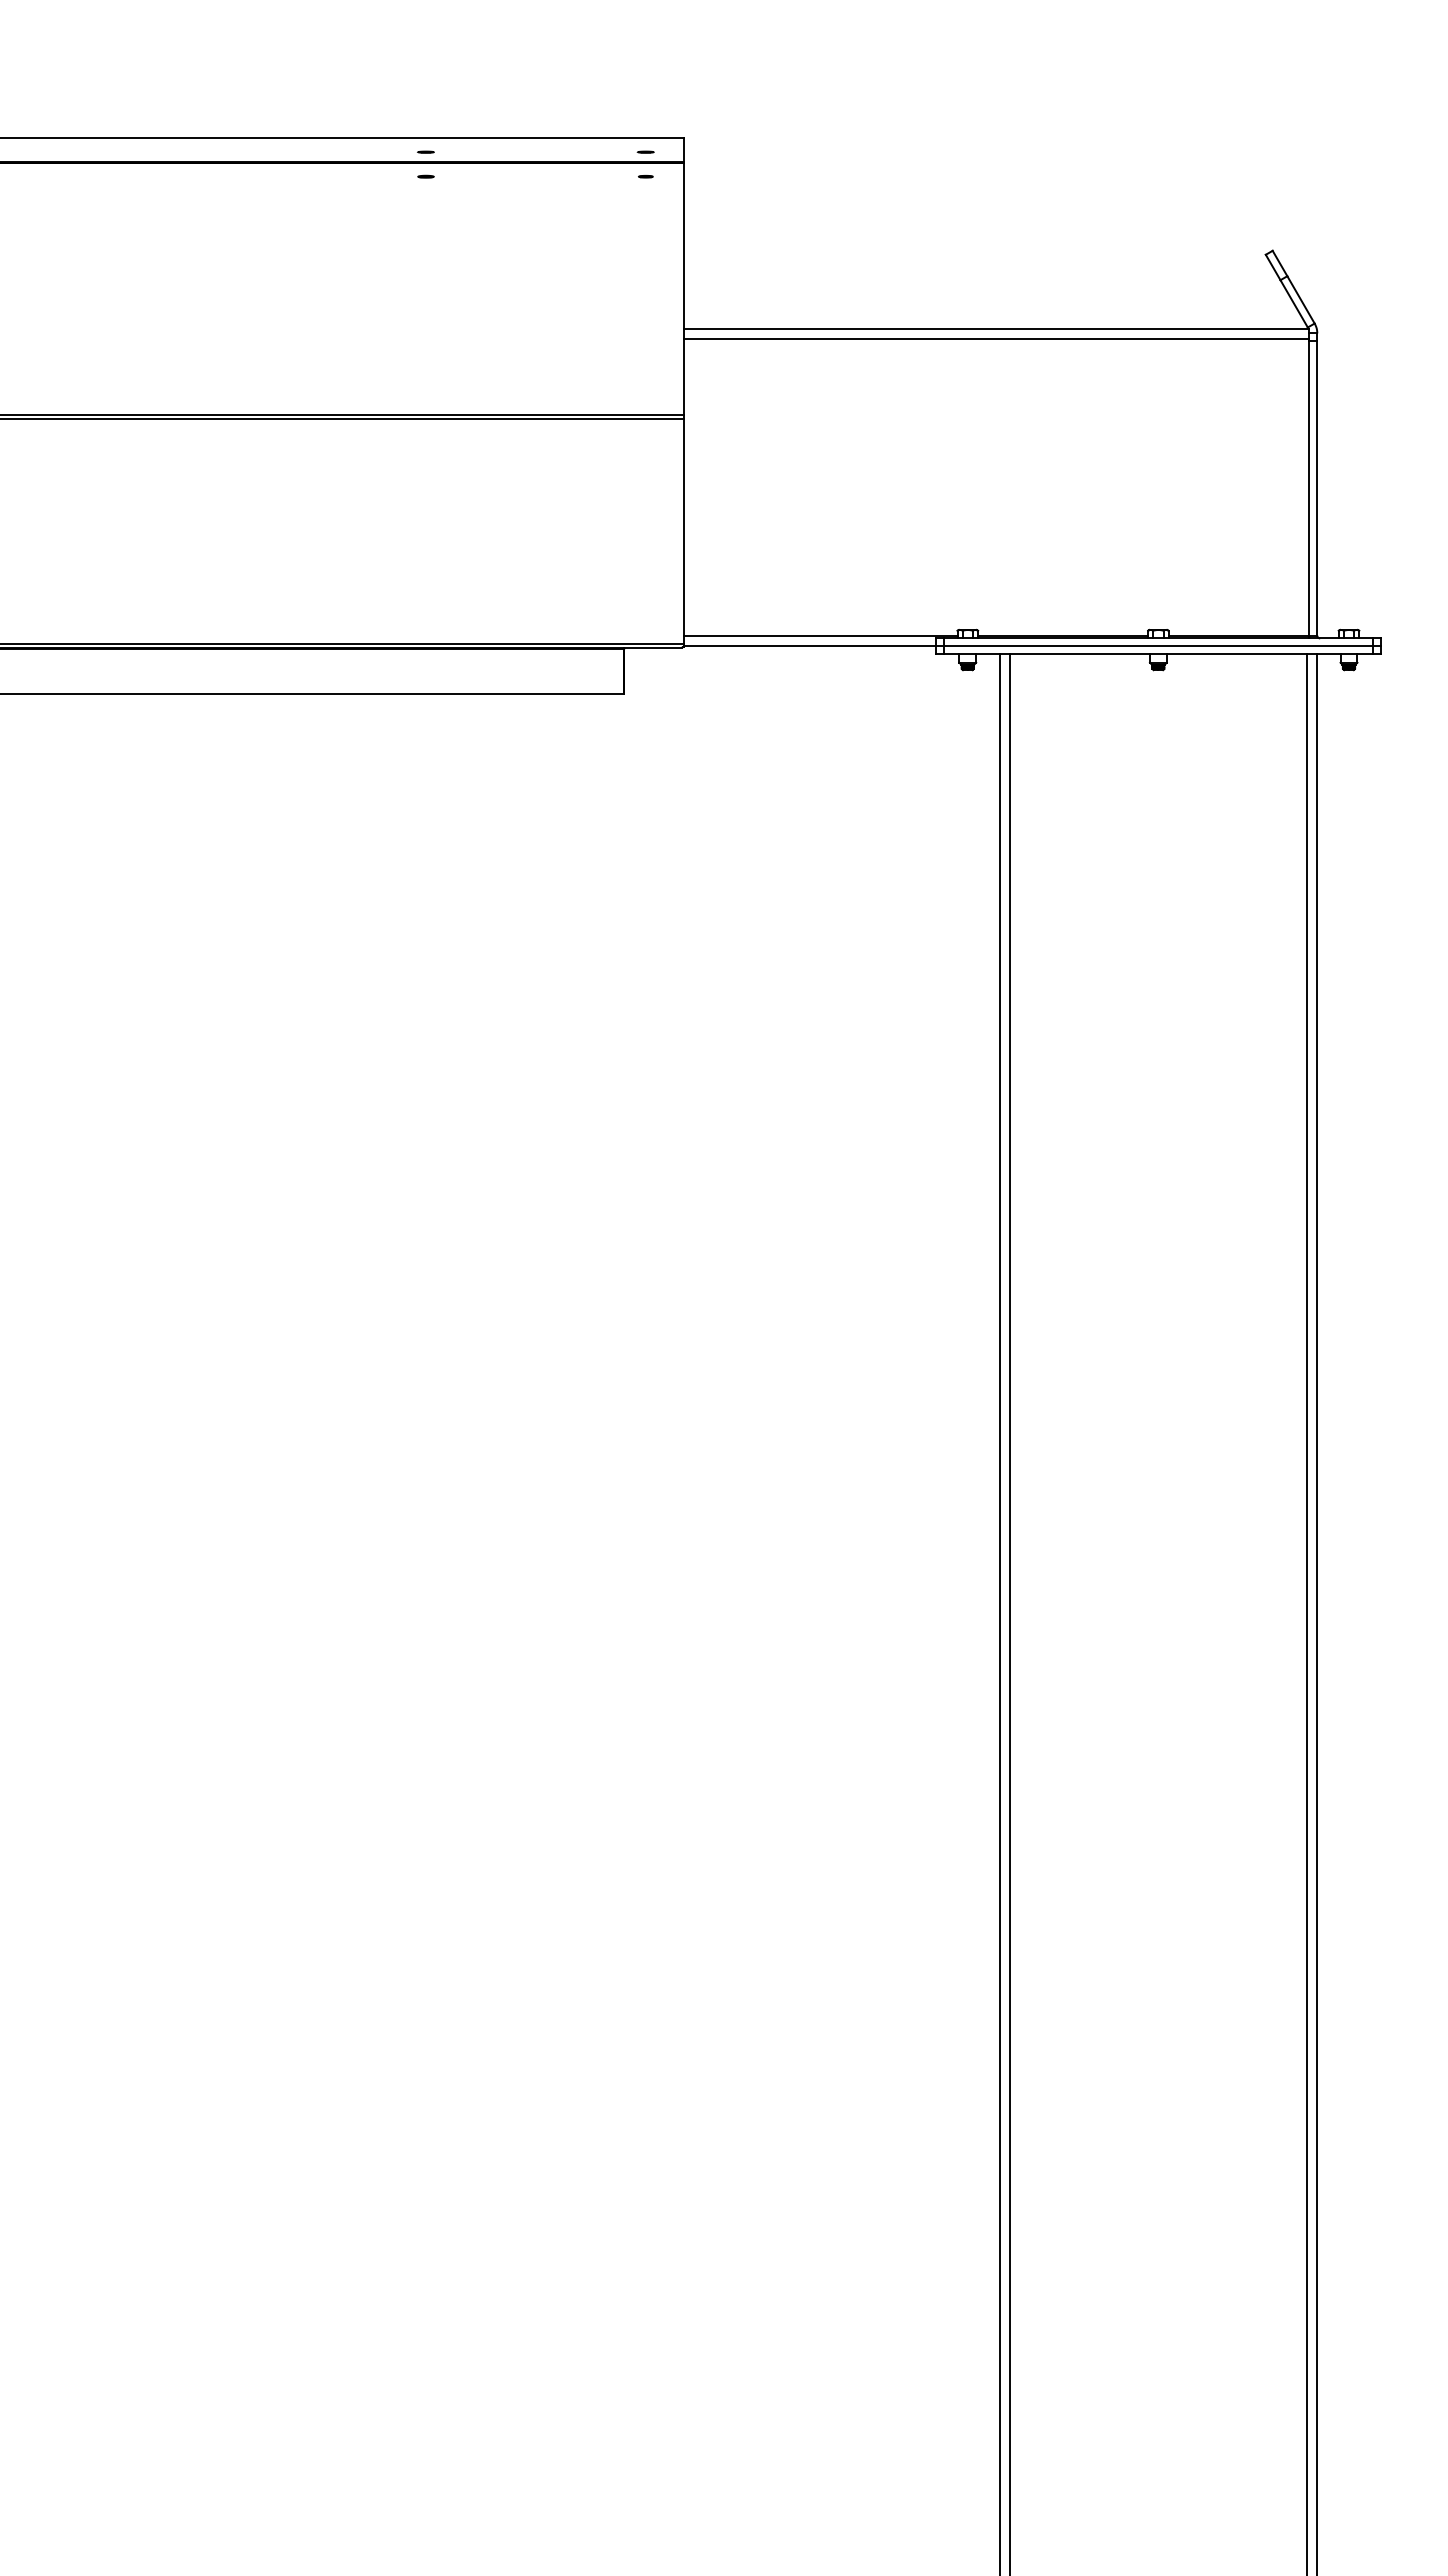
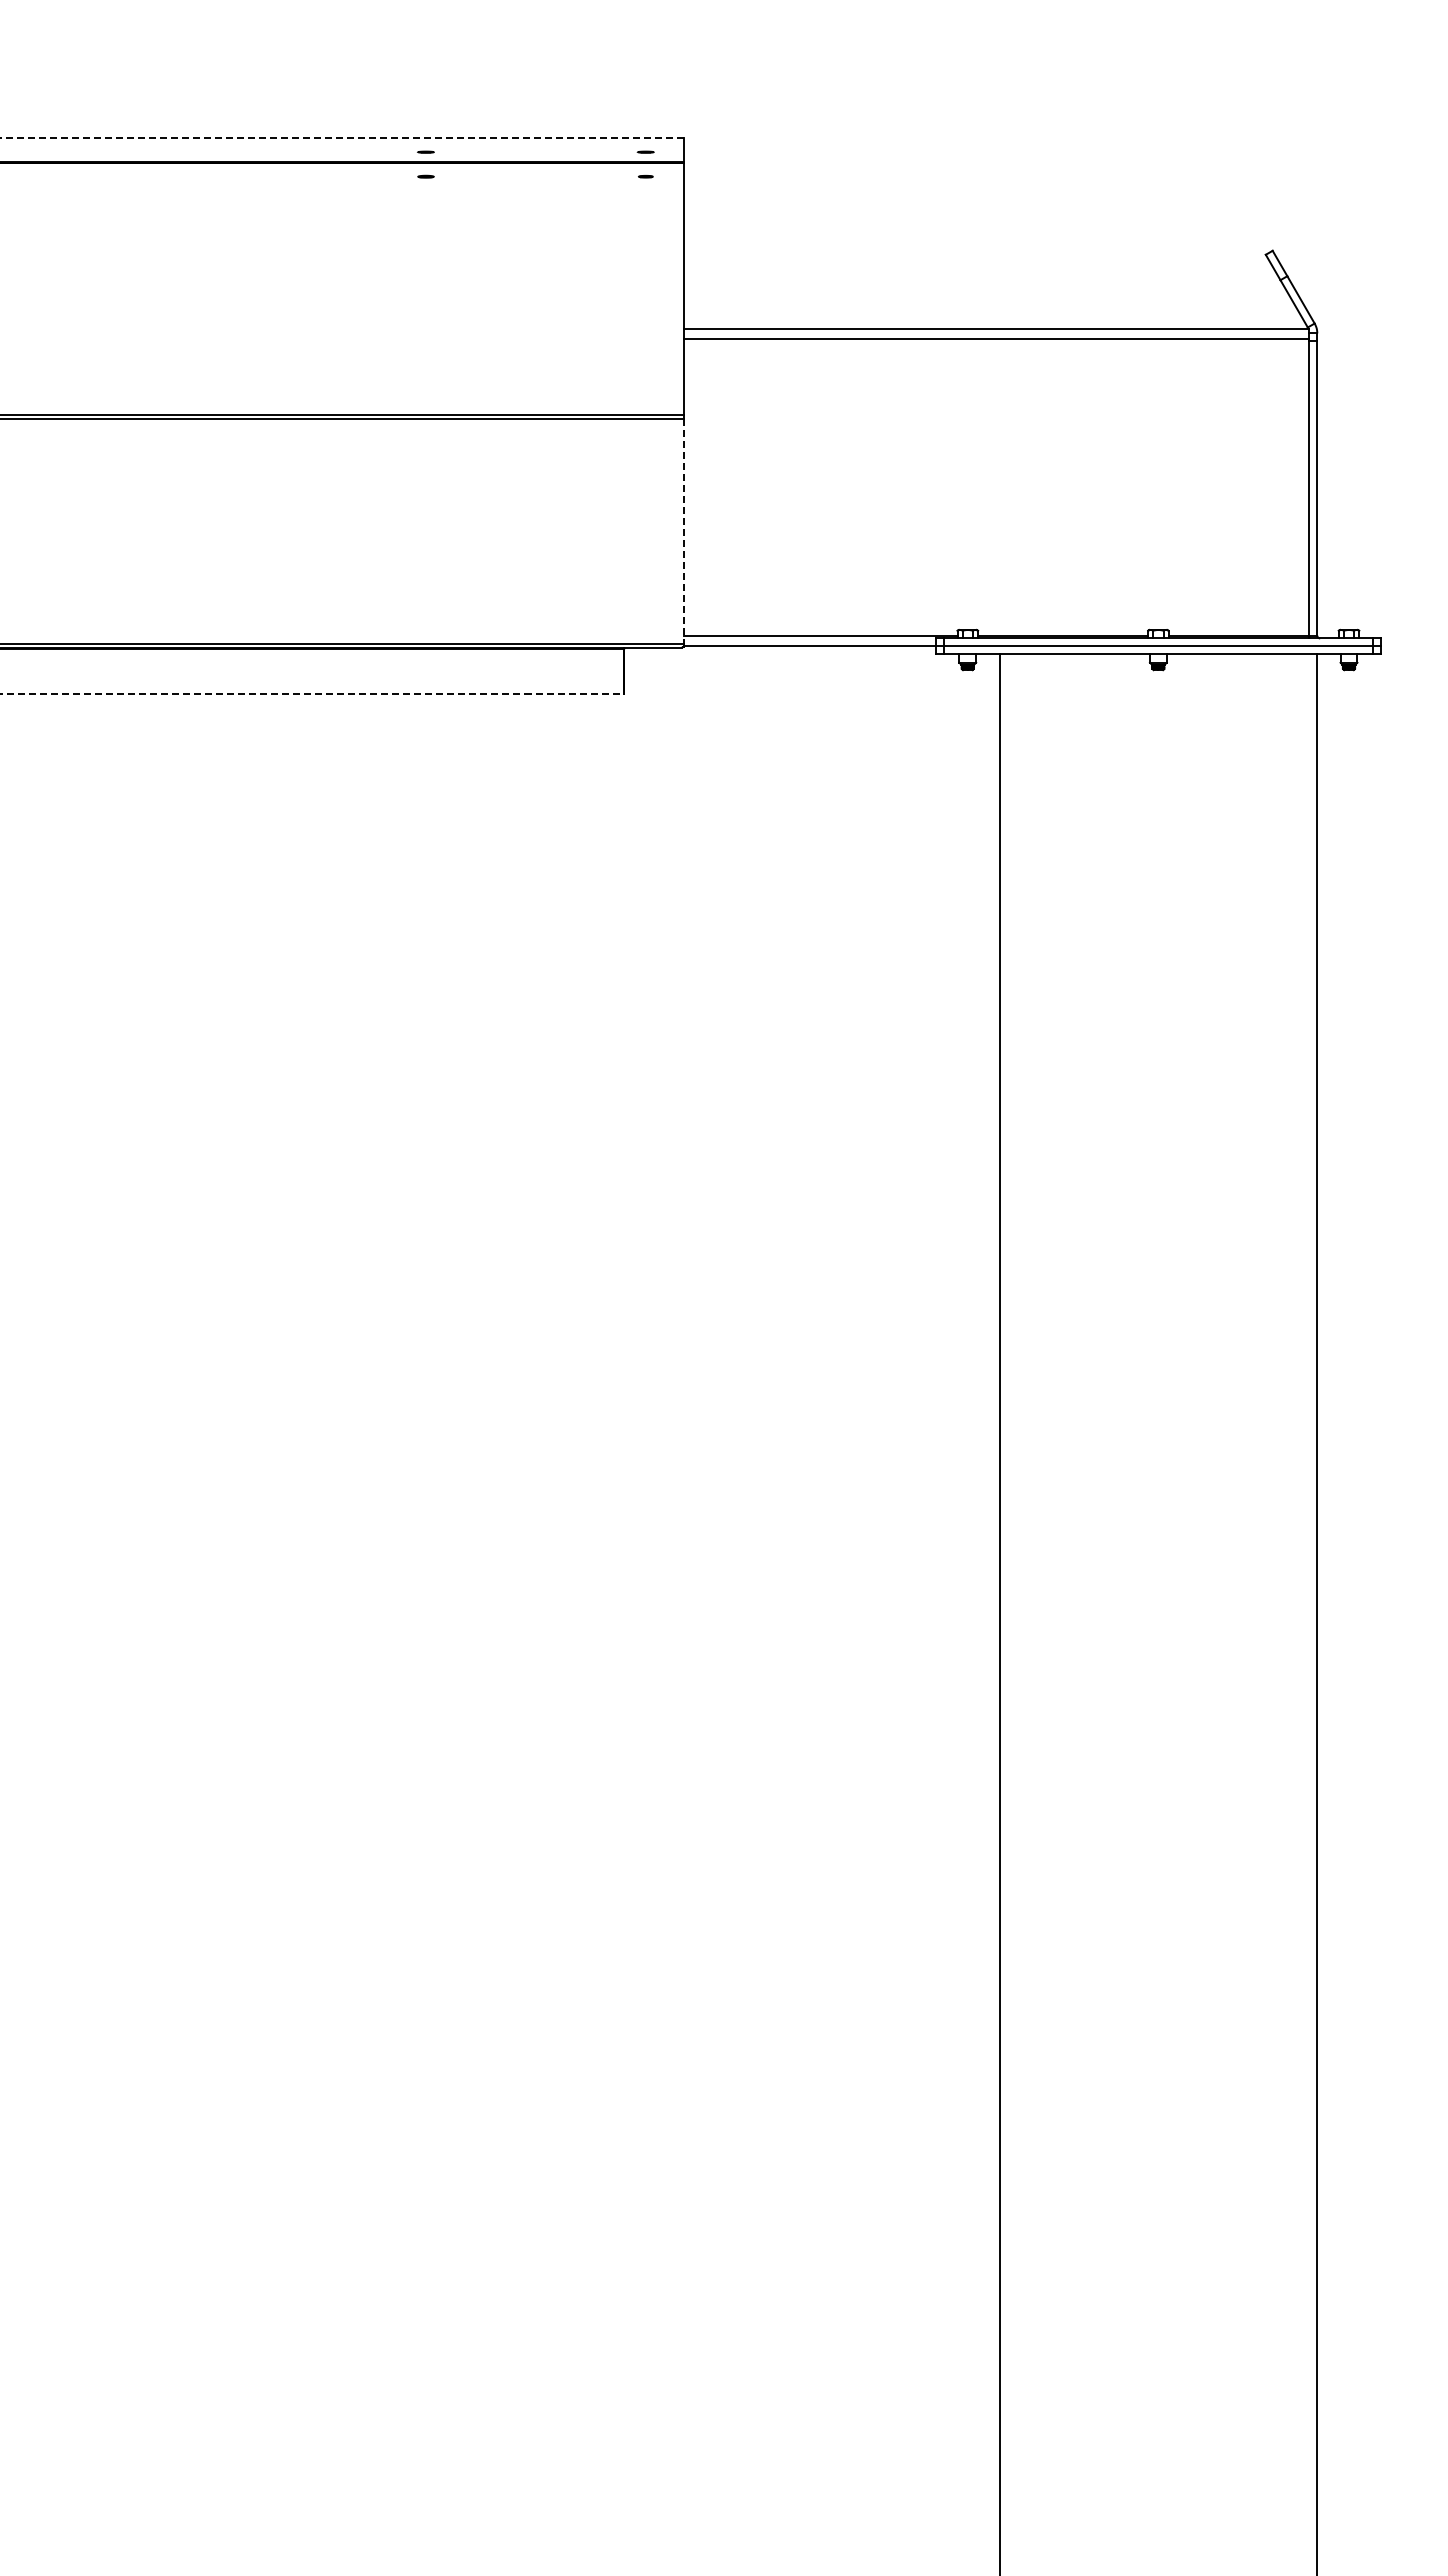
line at (341, 138): solid -> dashed
line at (683, 531): solid -> dashed
line at (312, 694): solid -> dashed
line at (1009, 1613): present -> none
line at (1306, 1613): present -> none
